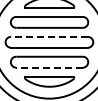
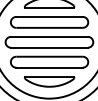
line at (49, 36): dashed -> solid
line at (49, 67): dashed -> solid
